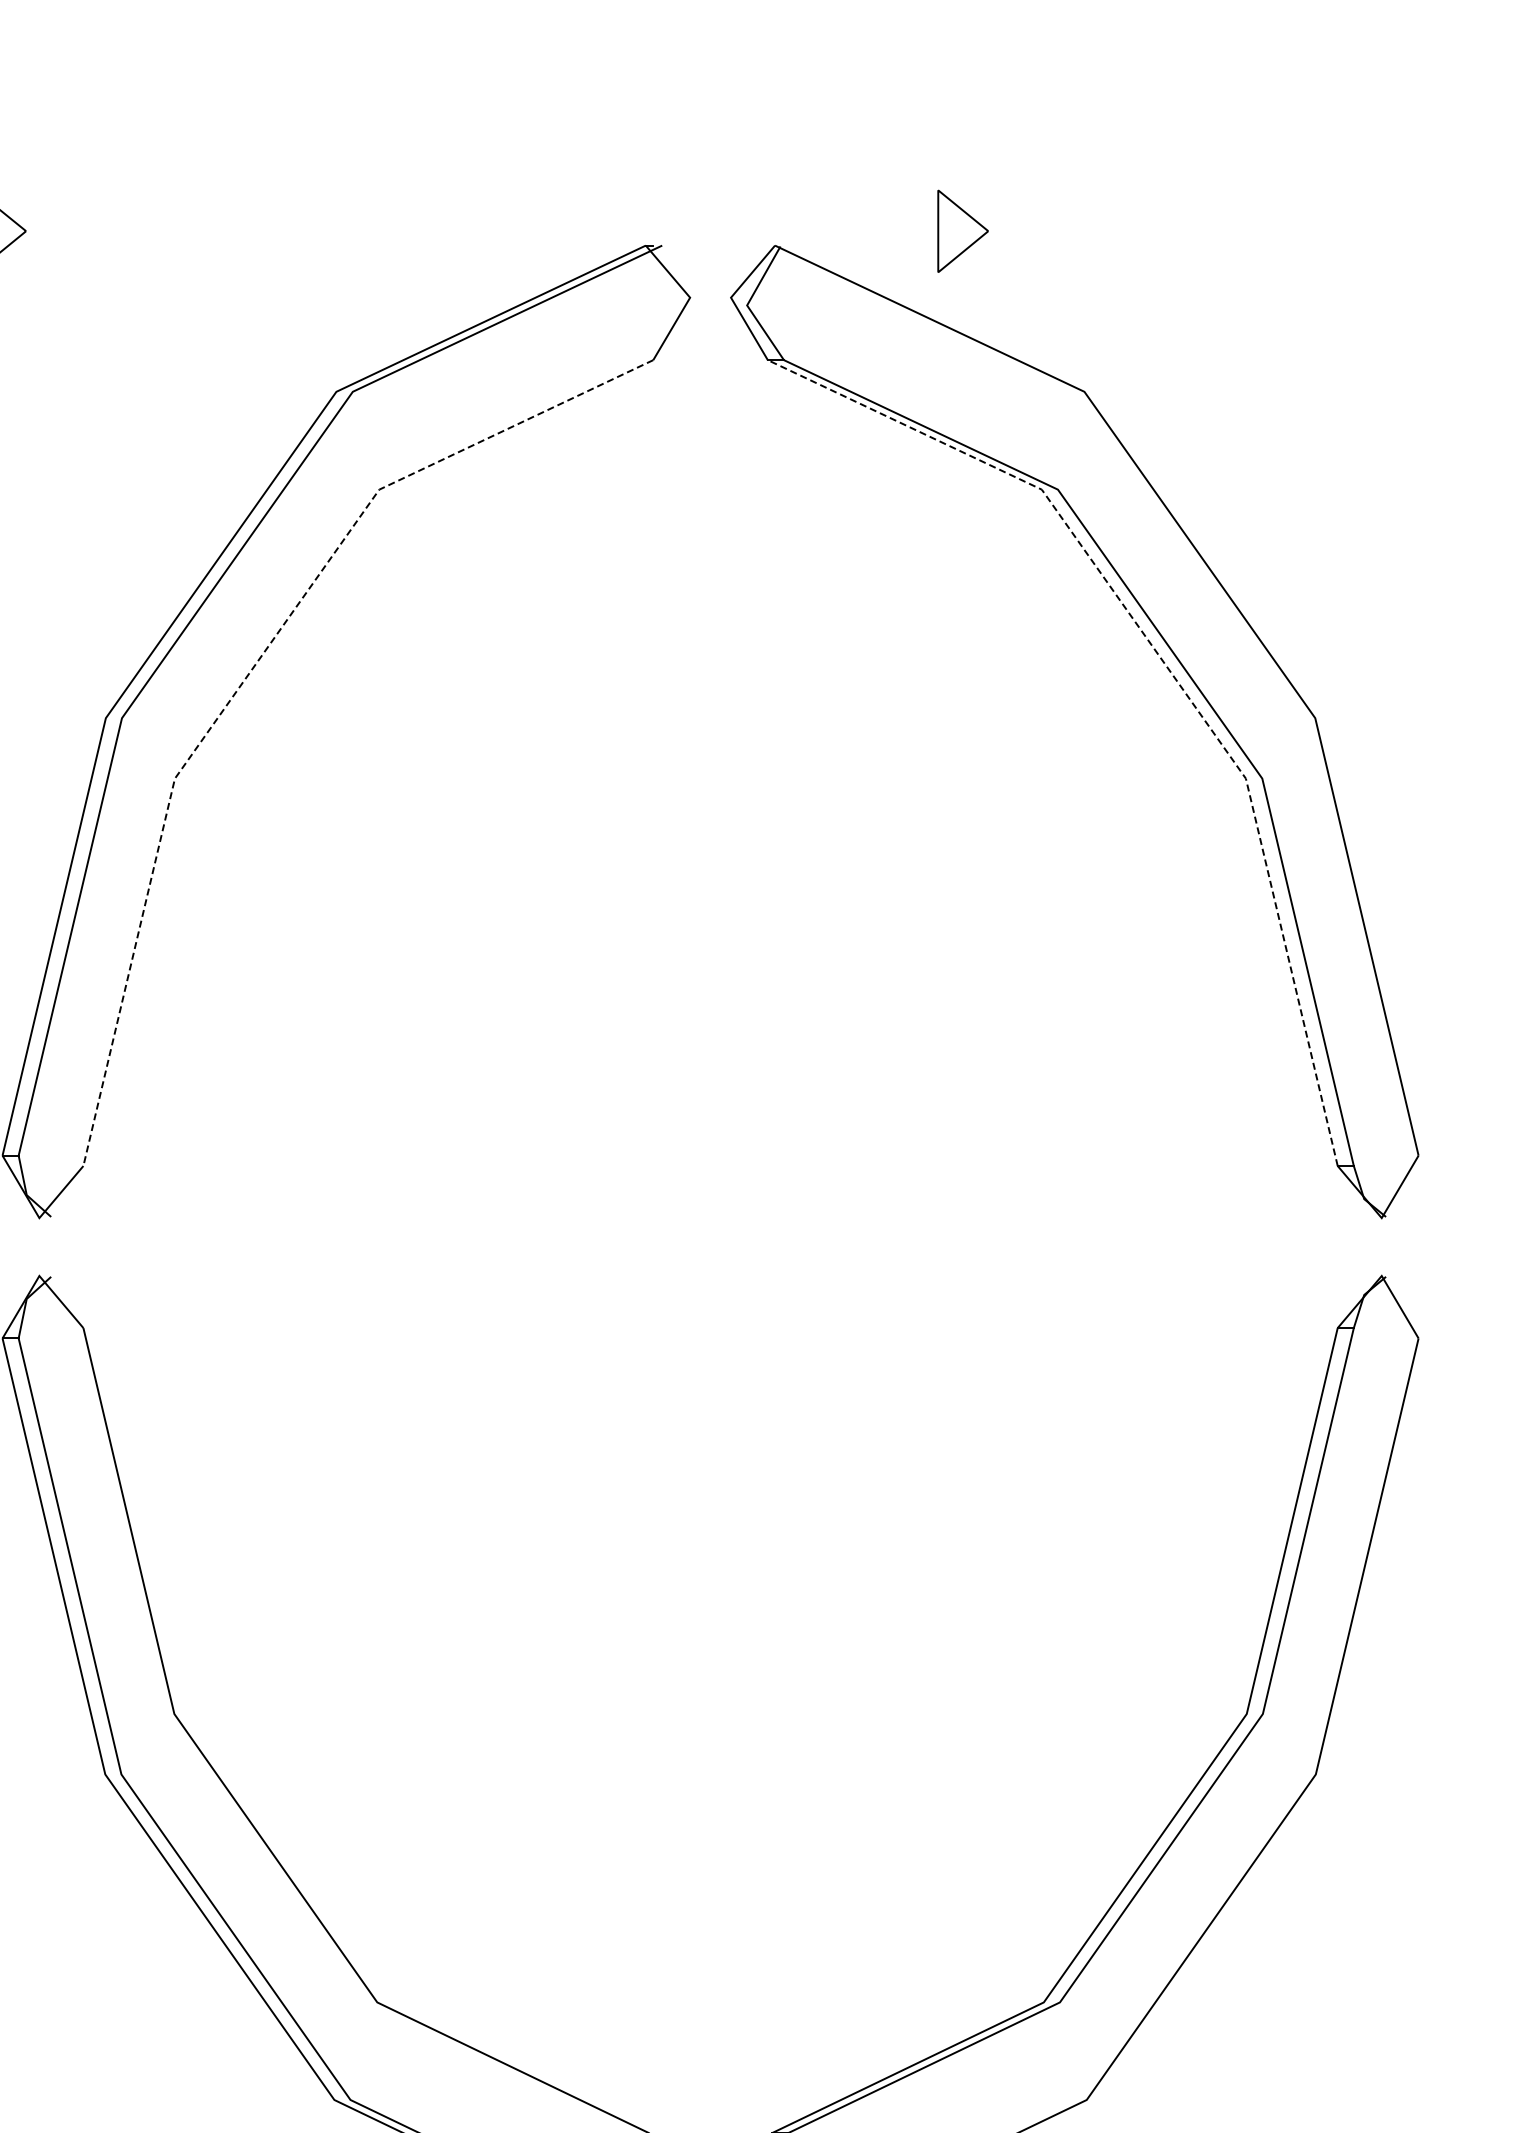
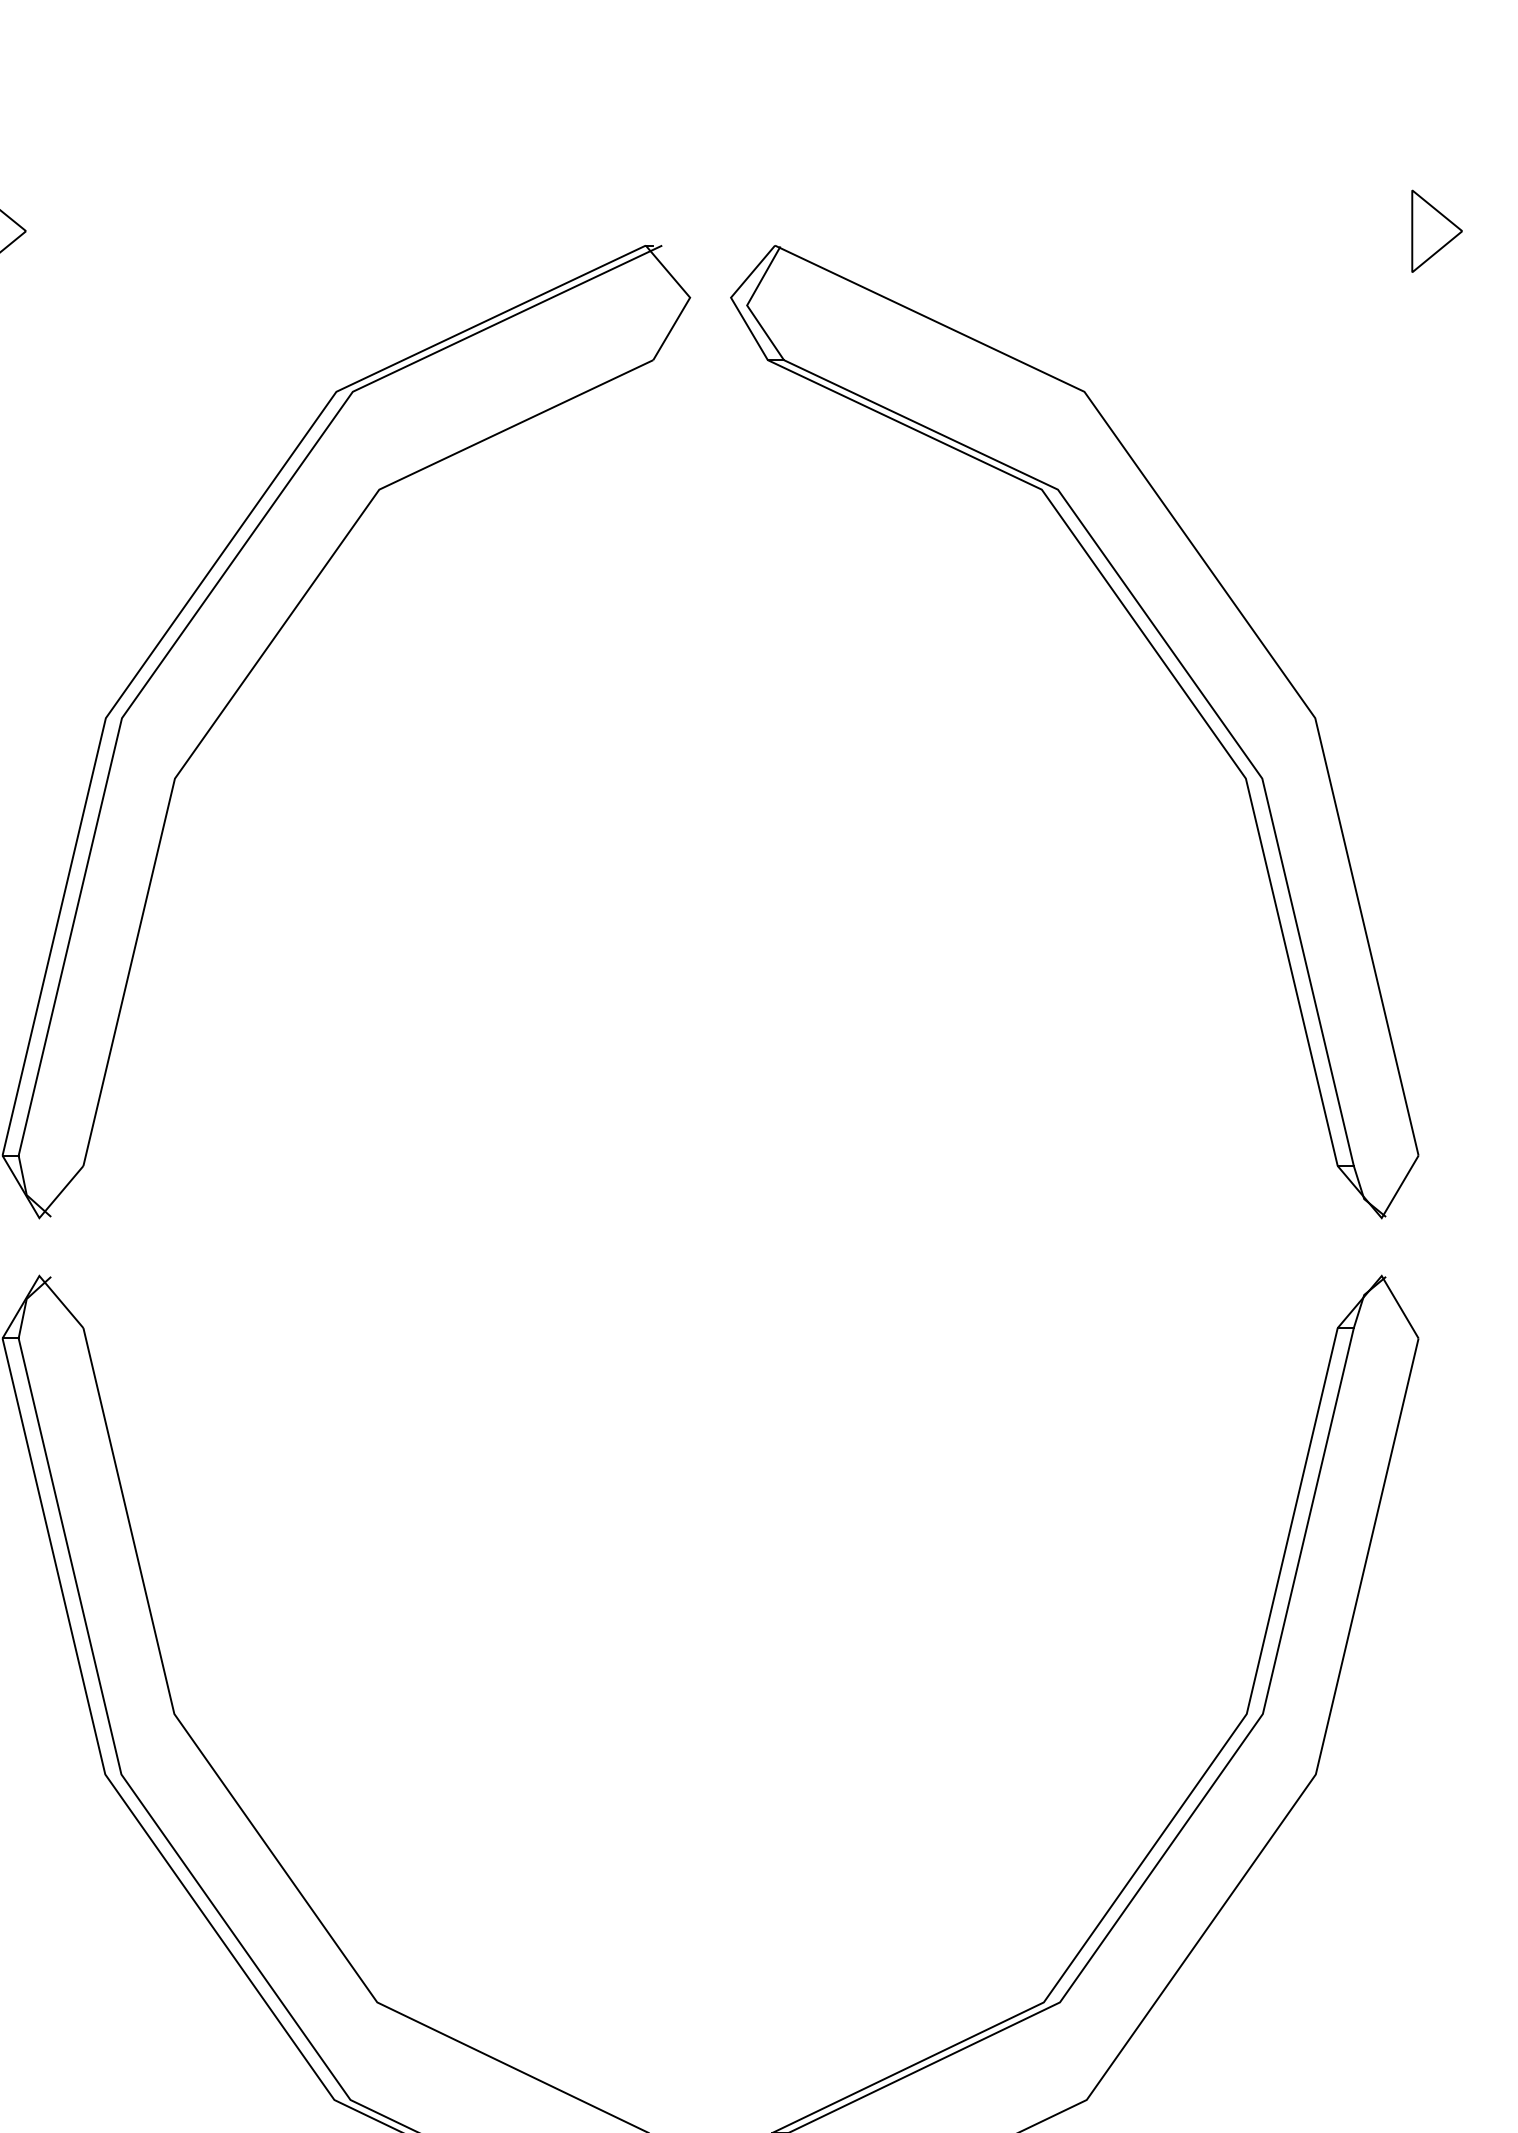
part at (962, 230) position: (962, 230) -> (1436, 230)
line at (1170, 672): dashed -> solid
line at (249, 673): dashed -> solid
